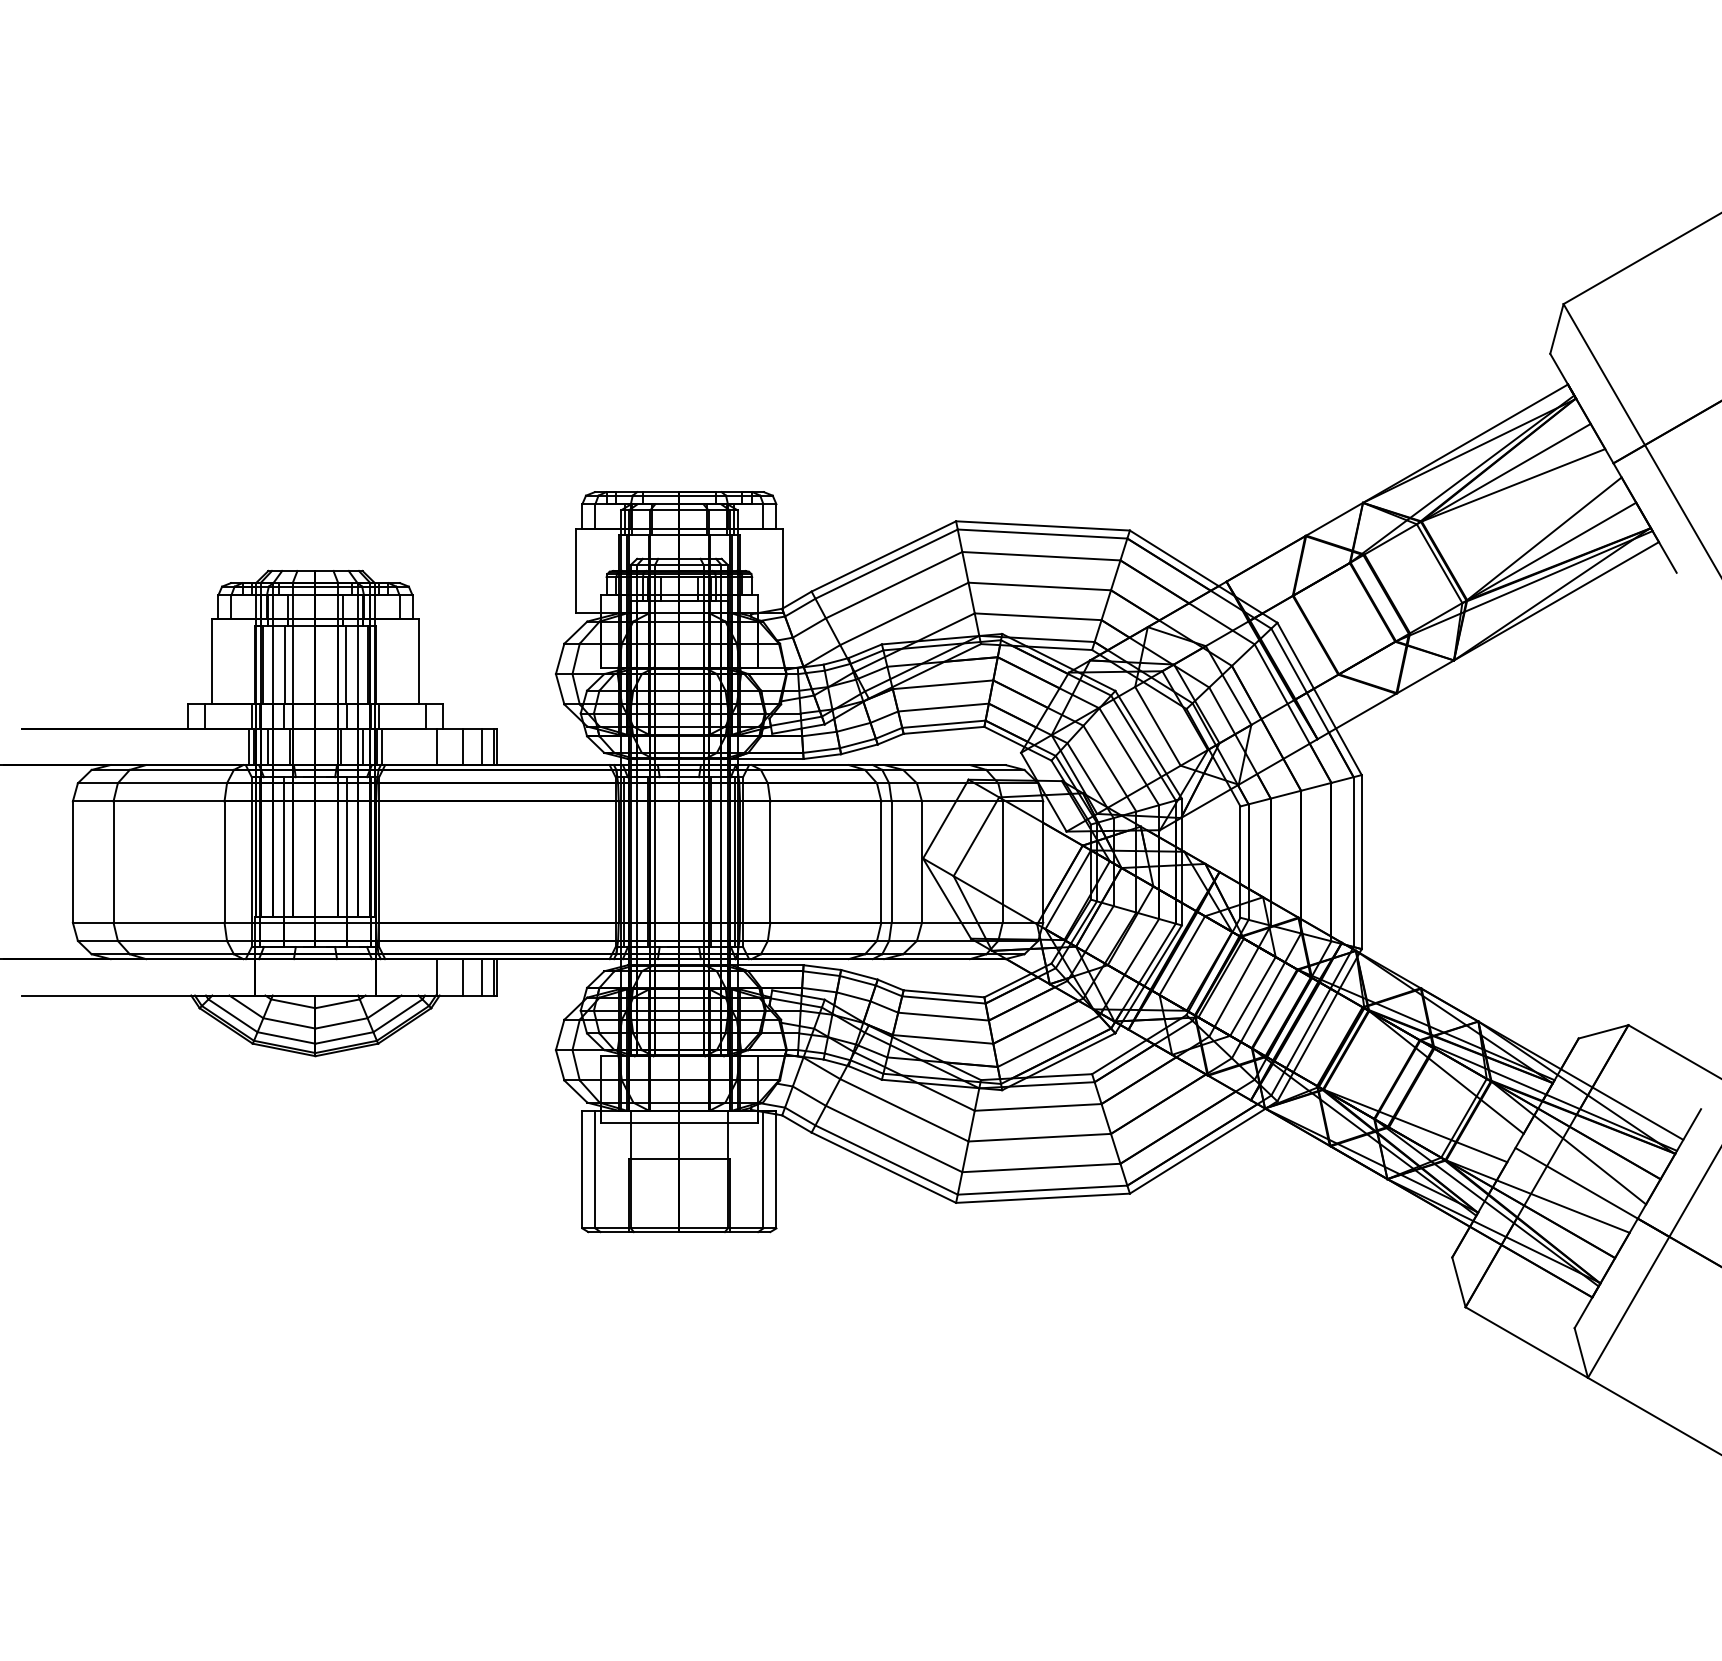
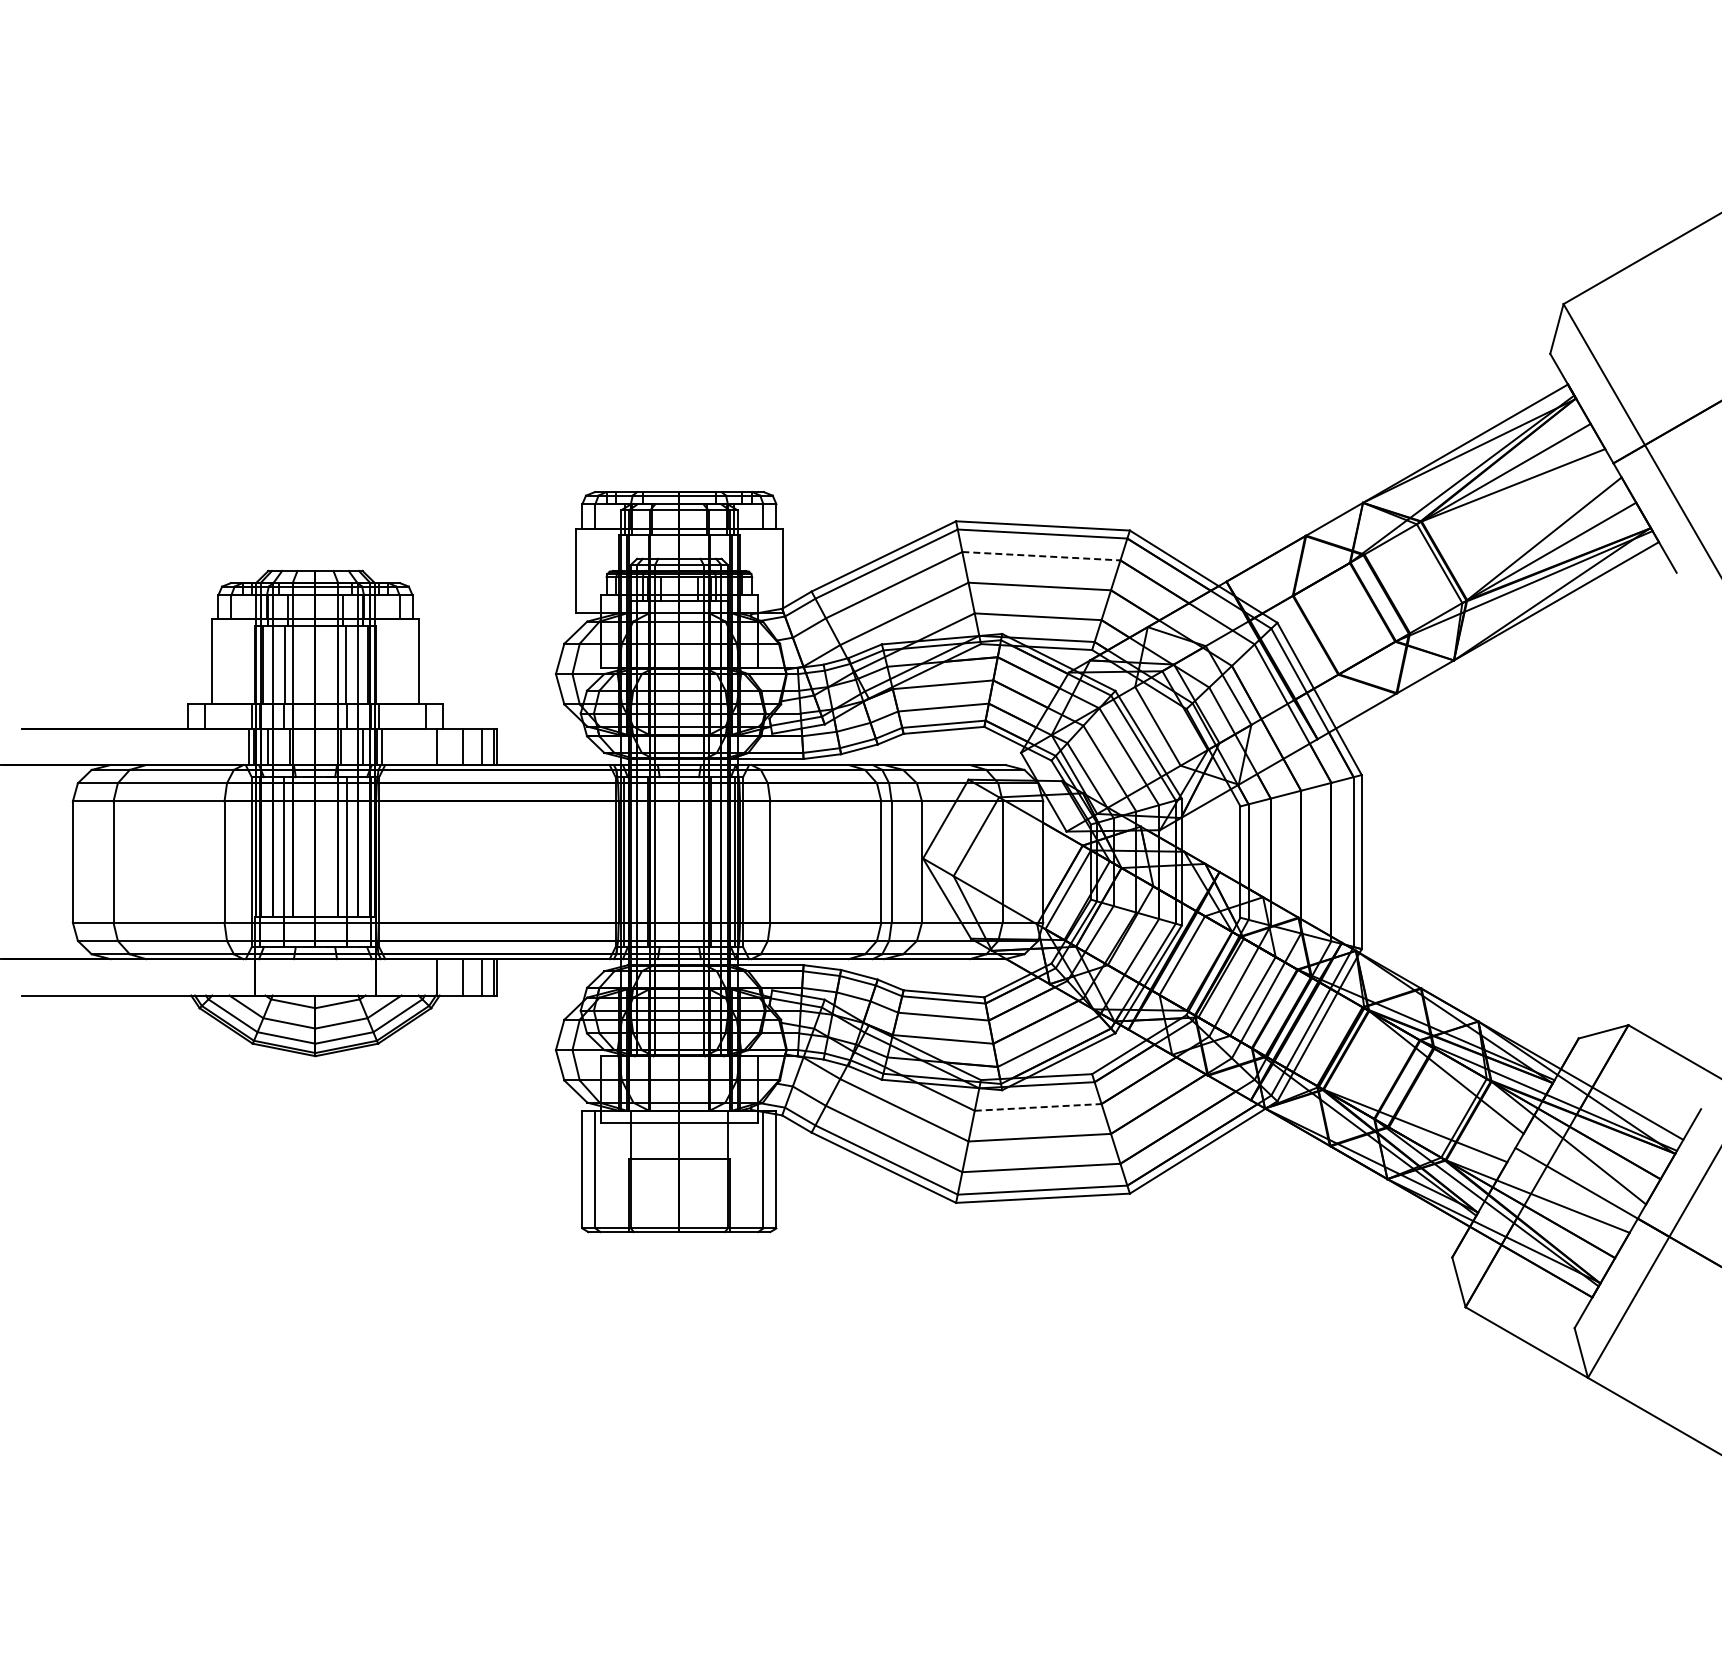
line at (1041, 556): solid -> dashed
line at (1038, 1107): solid -> dashed
